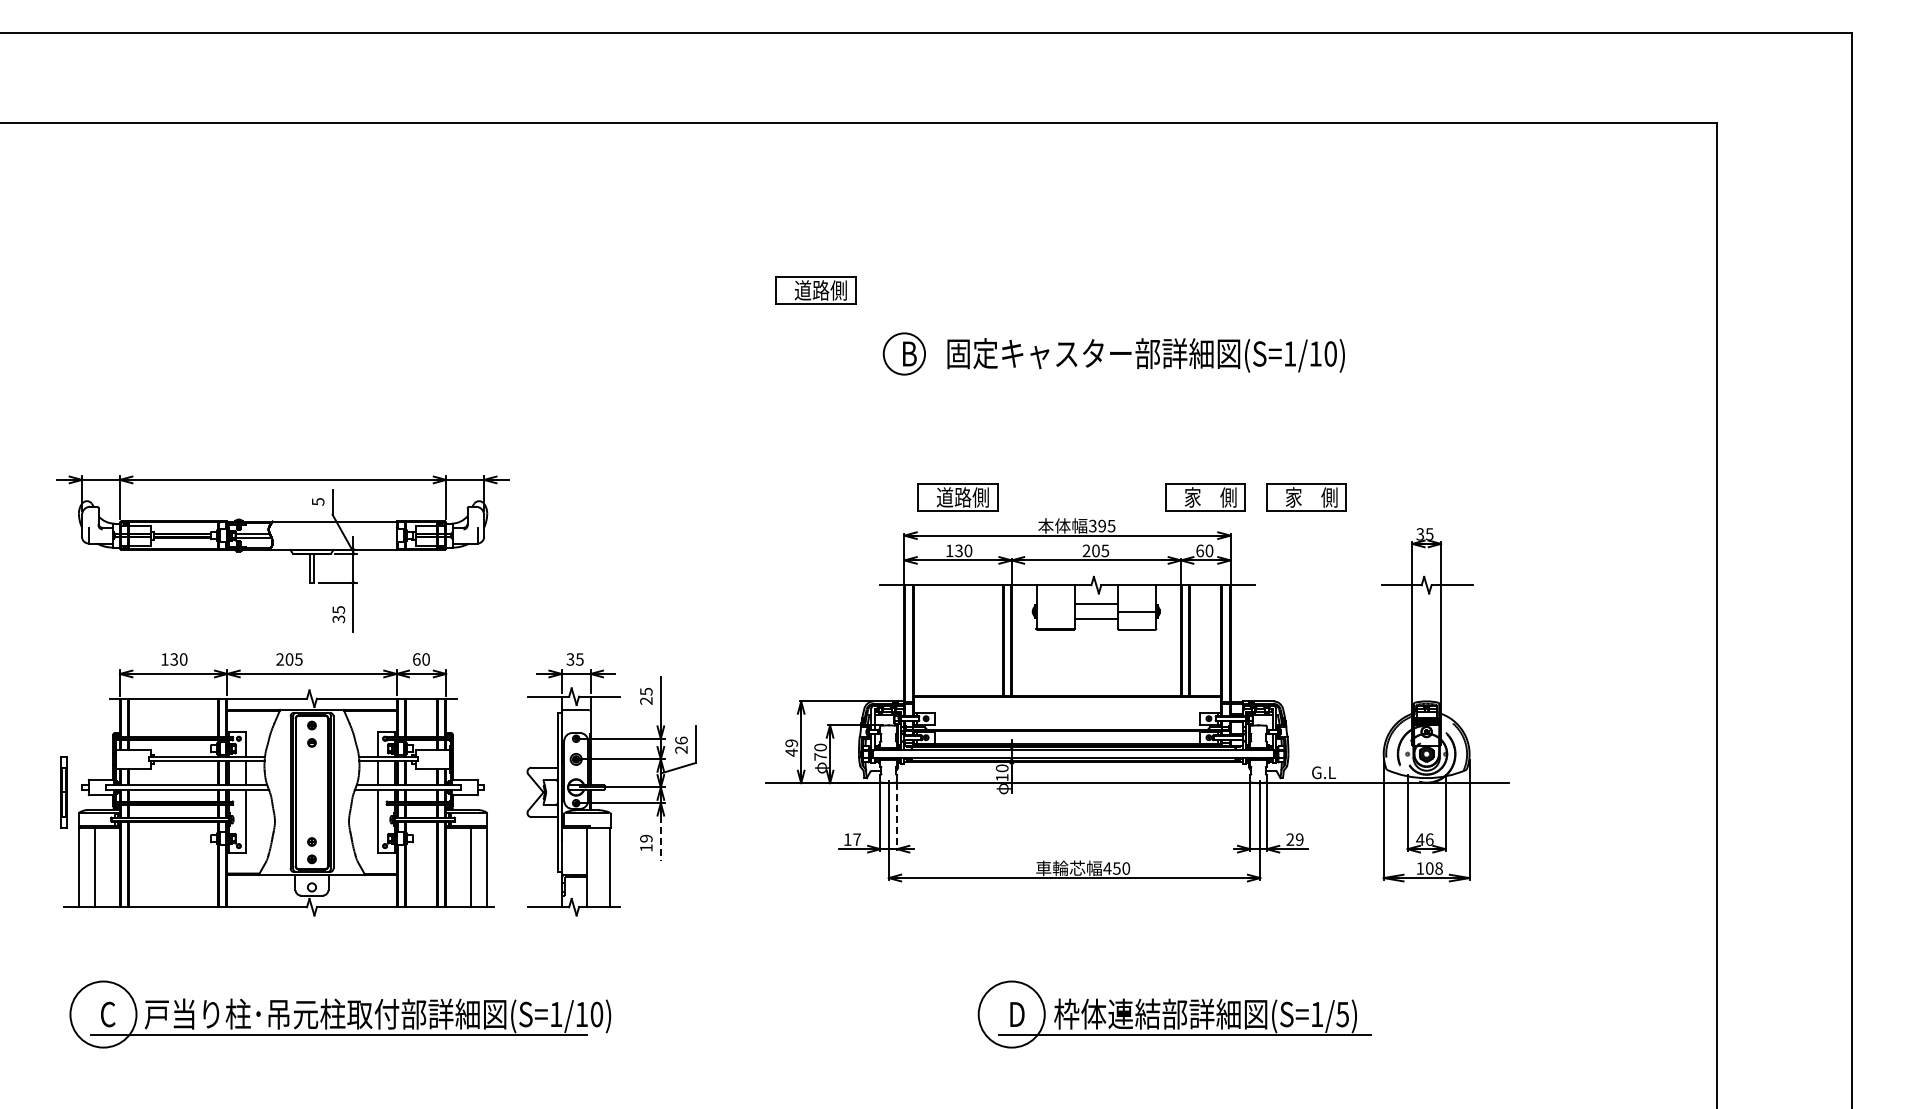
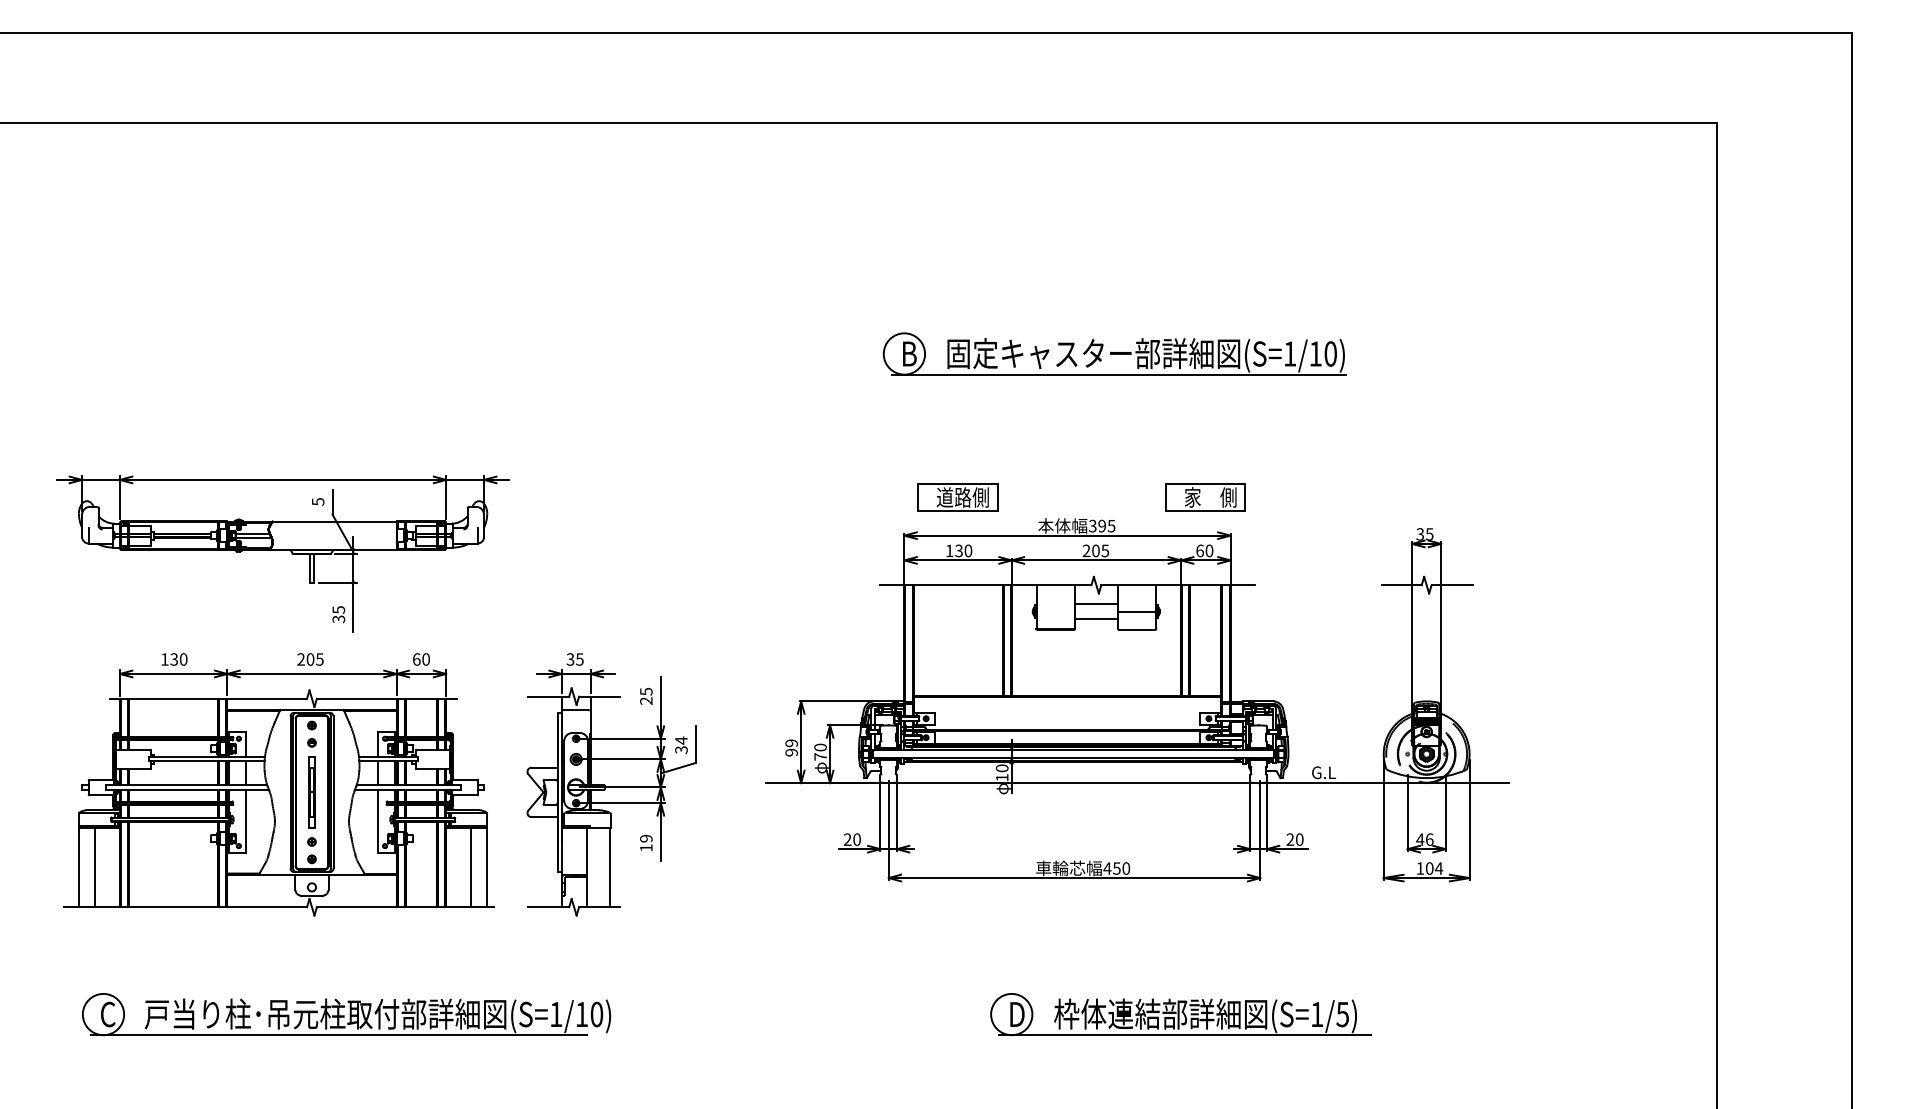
part at (815, 290): present -> none
line at (1119, 374): none -> present
part at (1306, 497): present -> none
text at (289, 659) position: (289, 659) -> (310, 659)
text at (681, 744): 26 -> 34
text at (791, 752): 49 -> 99
part at (63, 792) position: (63, 792) -> (311, 792)
line at (896, 816): dashed -> solid
line at (660, 838): dashed -> solid
text at (851, 839): 17 -> 20
text at (1299, 839): 29 -> 20
text at (1438, 868): 108 -> 104
circle at (103, 1014) diameter: 66 px -> 41 px
circle at (1011, 1014) diameter: 66 px -> 41 px
